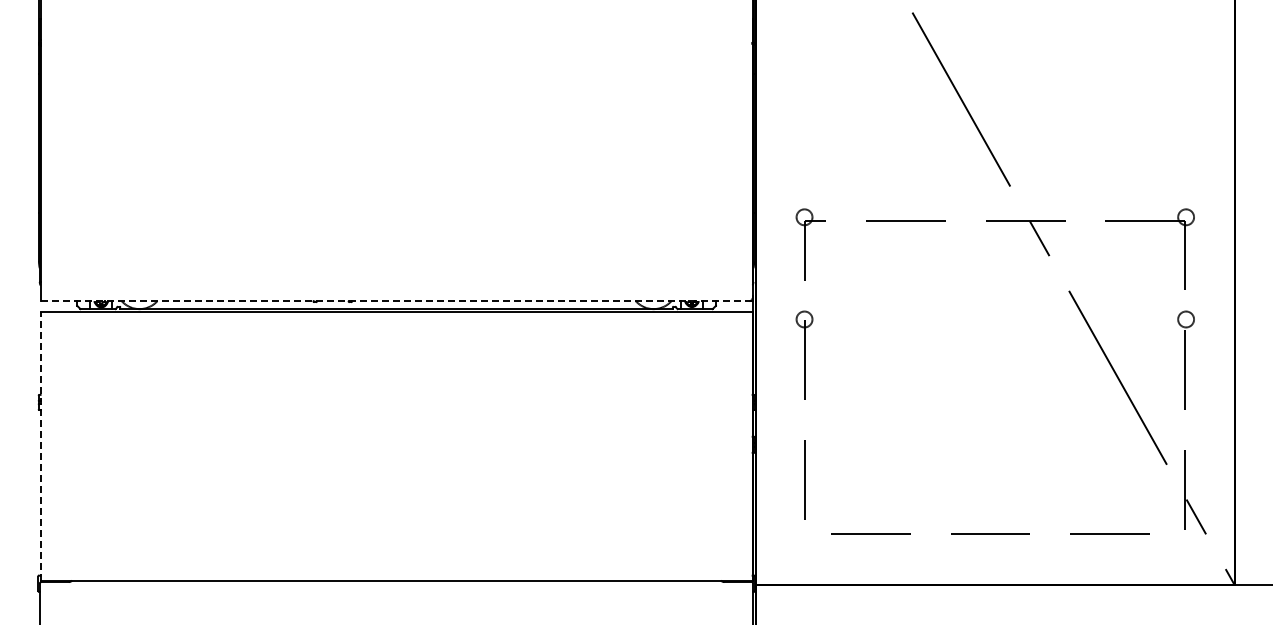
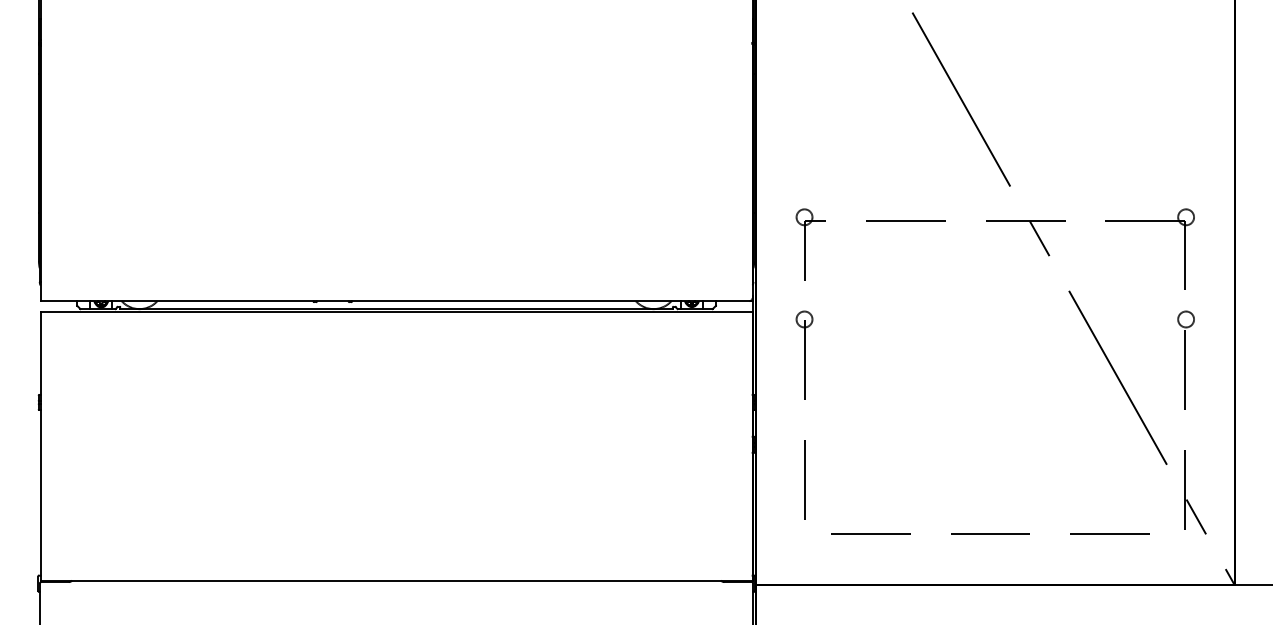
line at (397, 301): dashed -> solid
line at (40, 445): dashed -> solid
